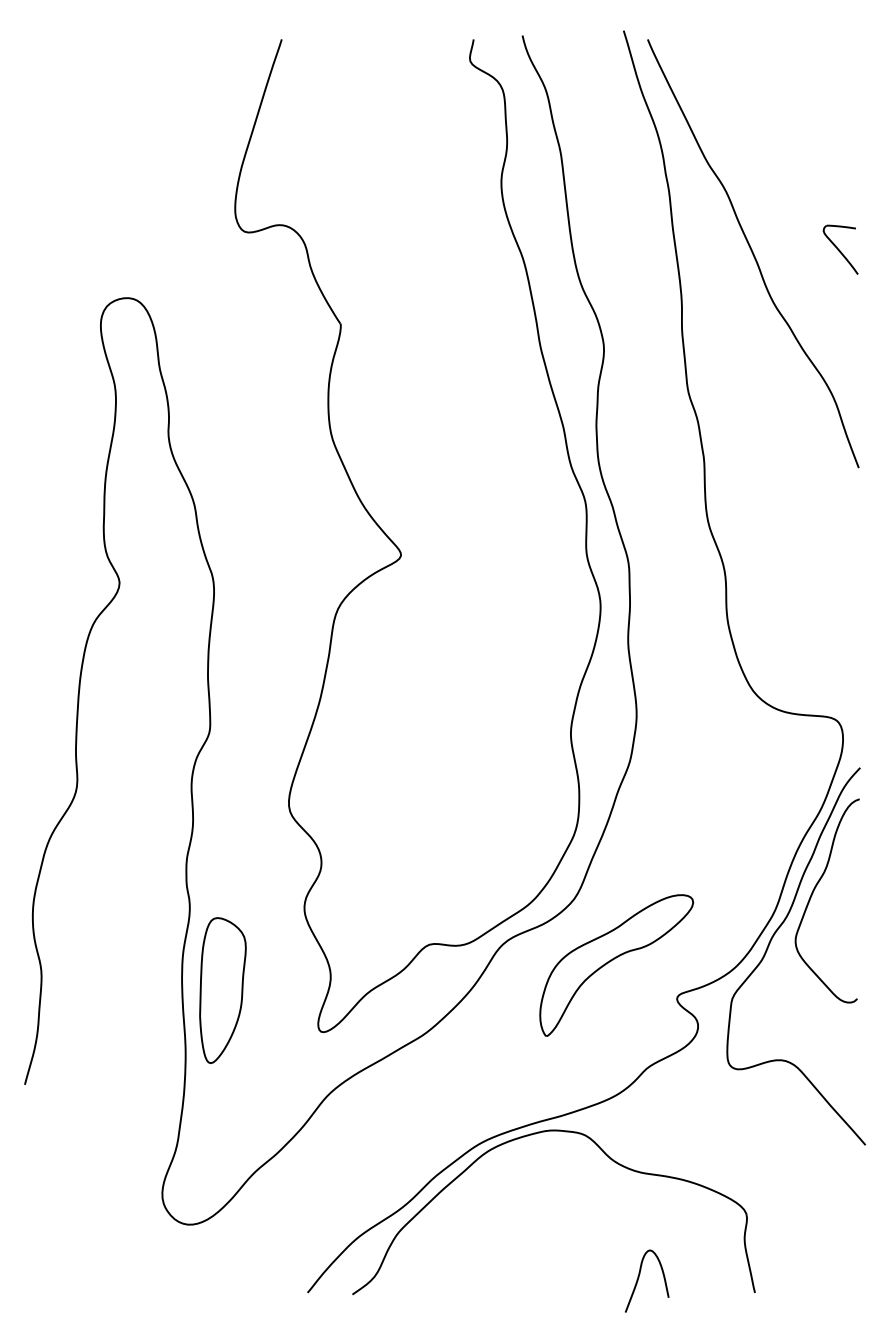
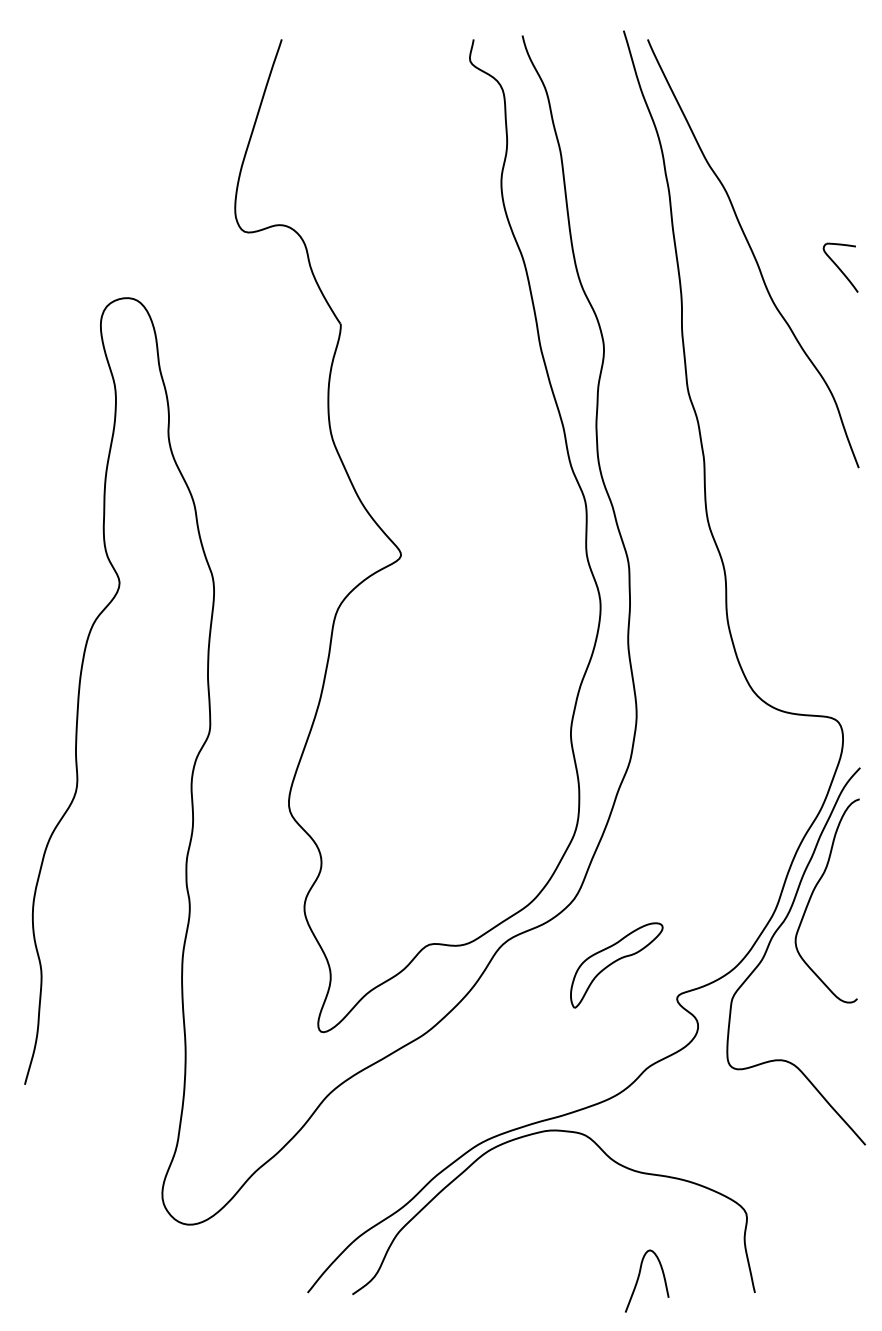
part at (840, 249) position: (840, 249) -> (840, 267)
part at (616, 965) size: 156x143 px -> 94x87 px
part at (222, 990): present -> none
